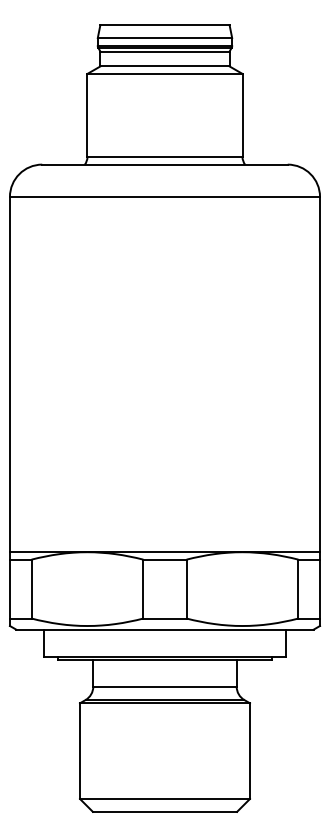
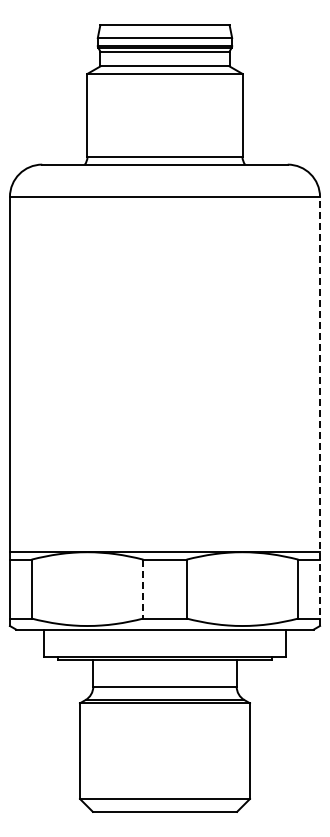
line at (320, 411): solid -> dashed
line at (143, 589): solid -> dashed
